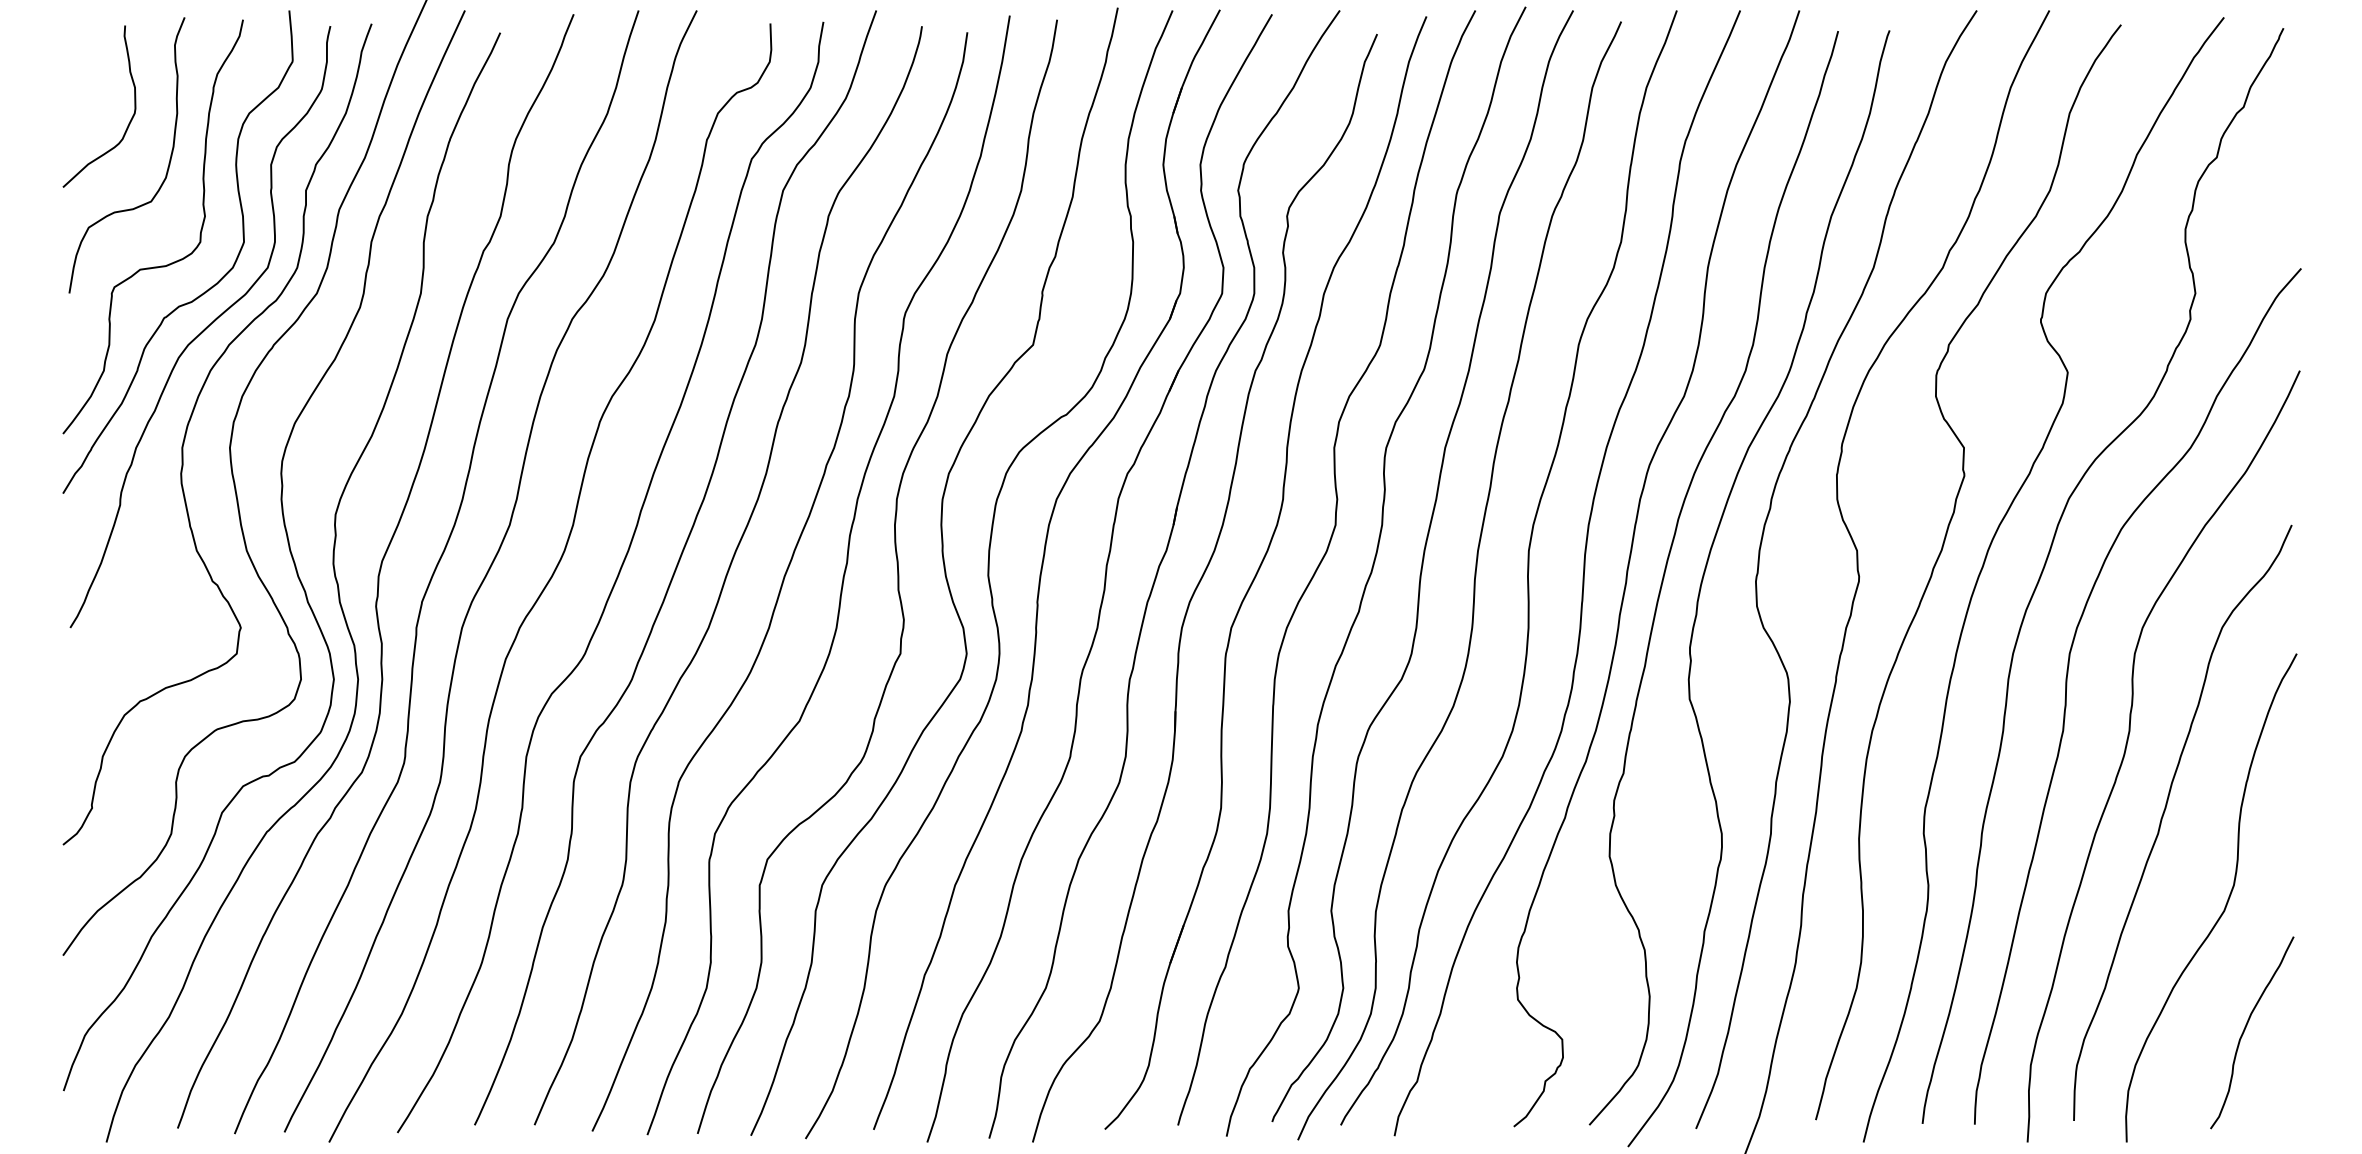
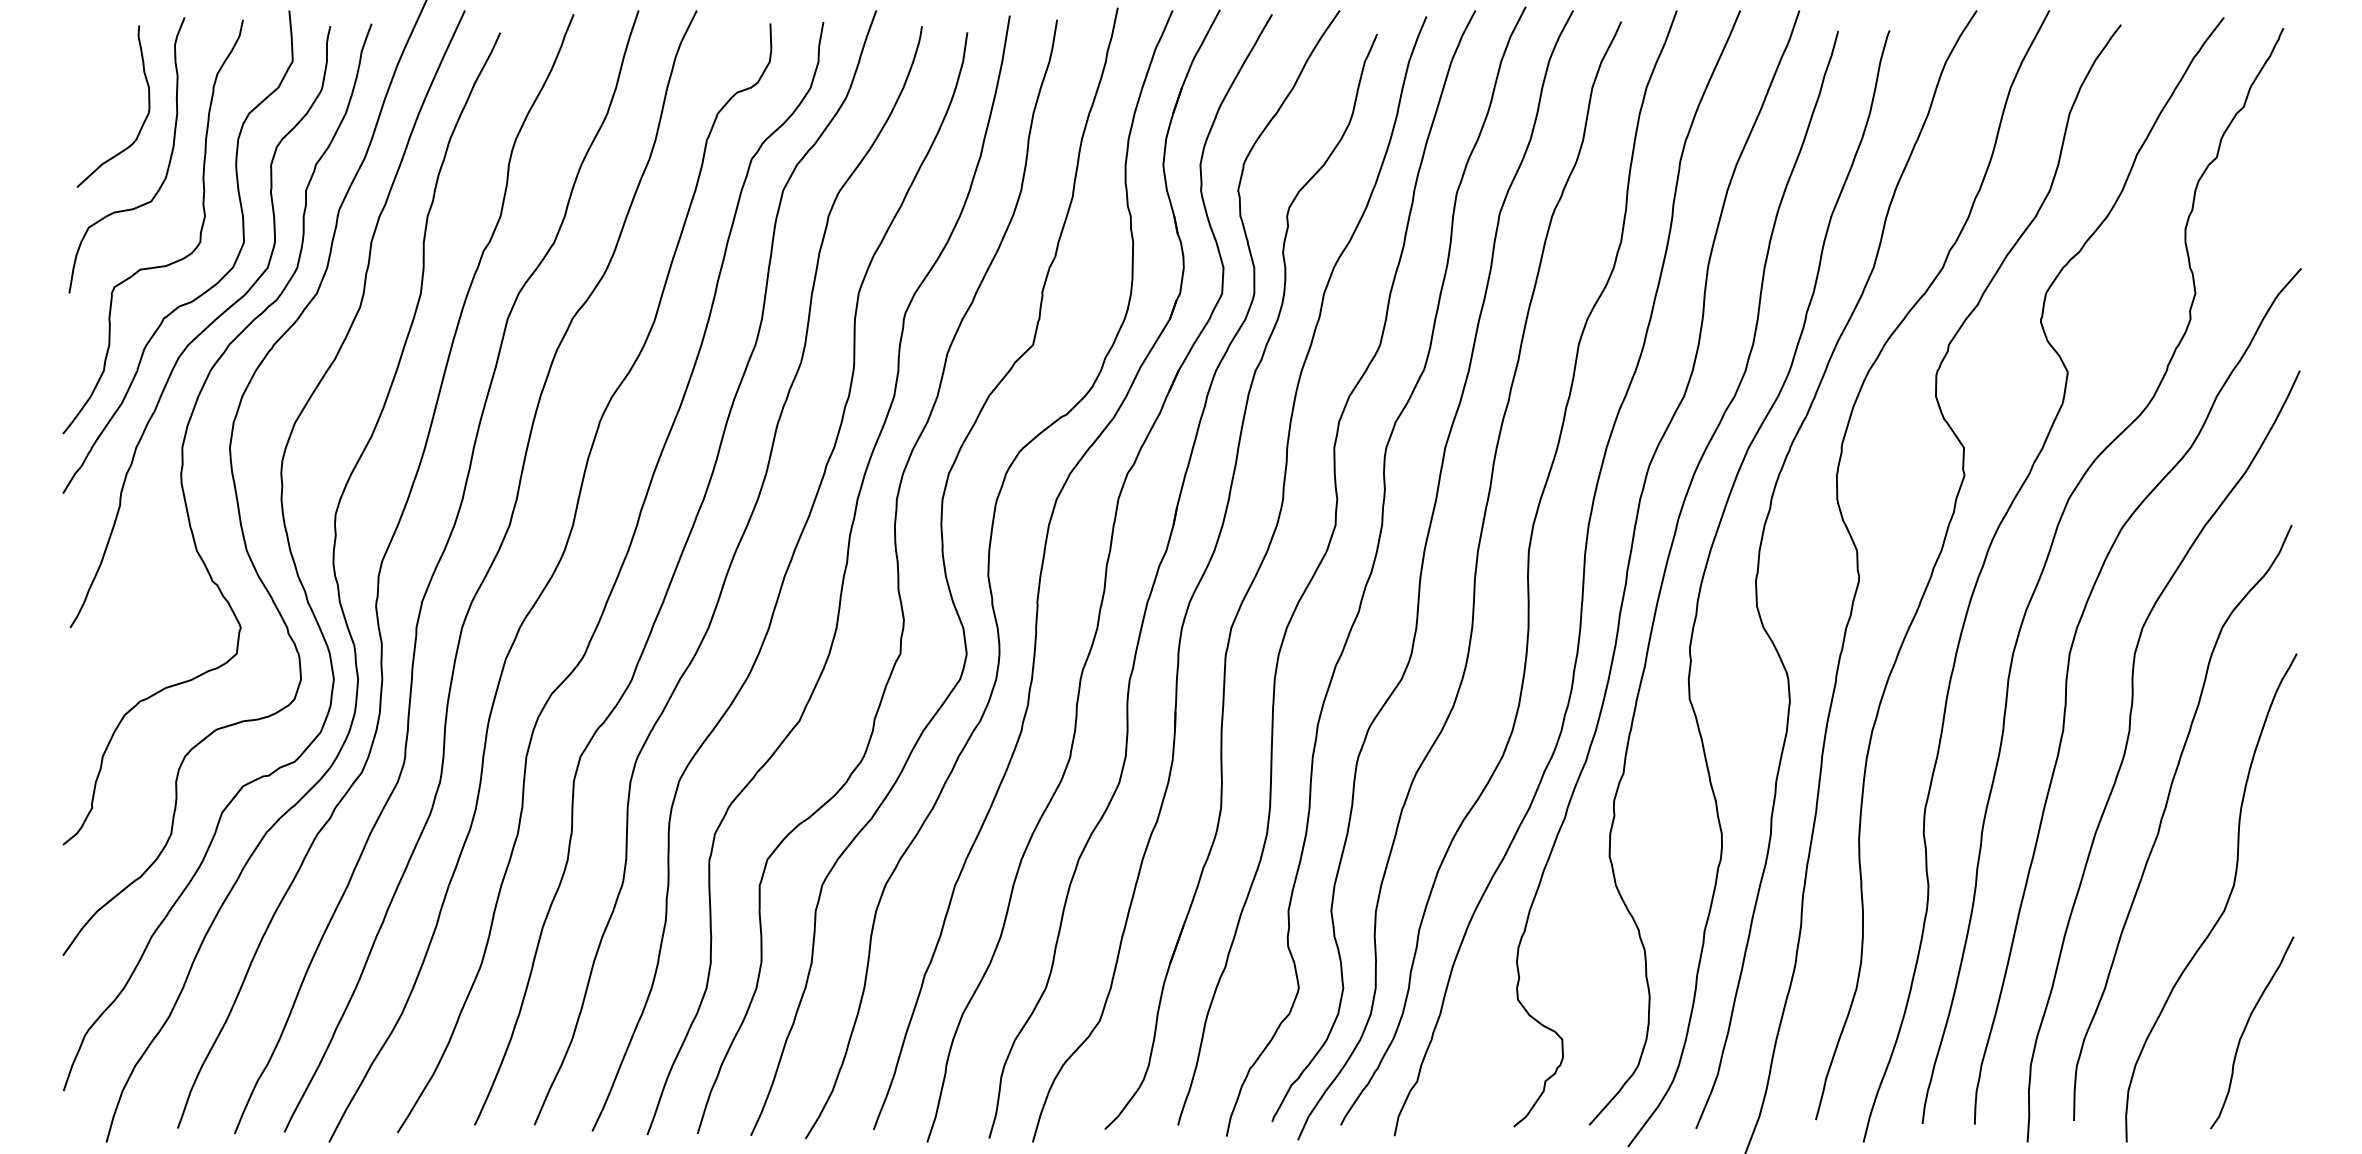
curve at (129, 121) position: (129, 121) -> (143, 121)
